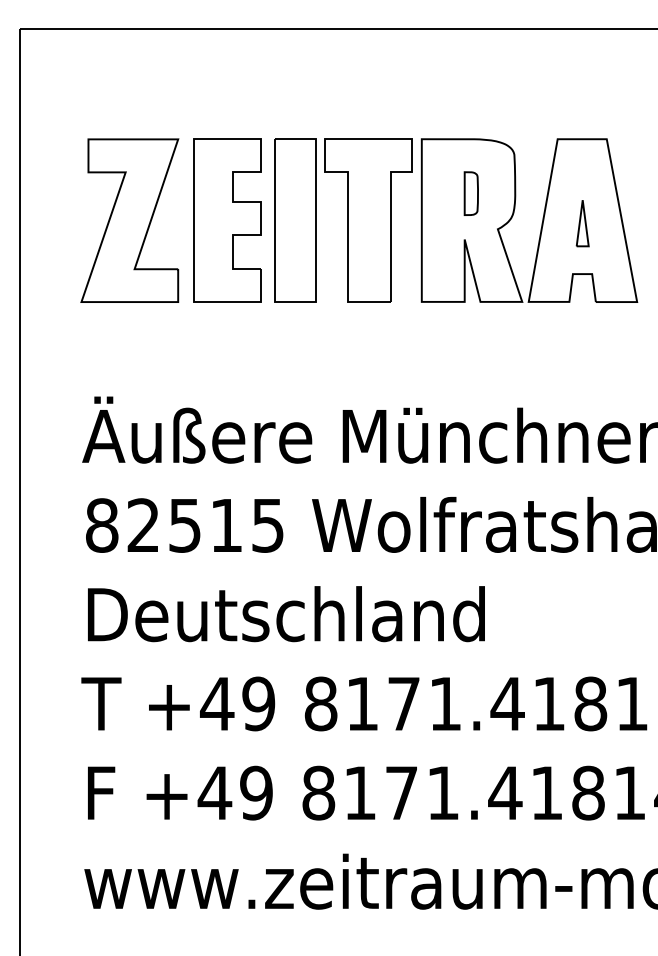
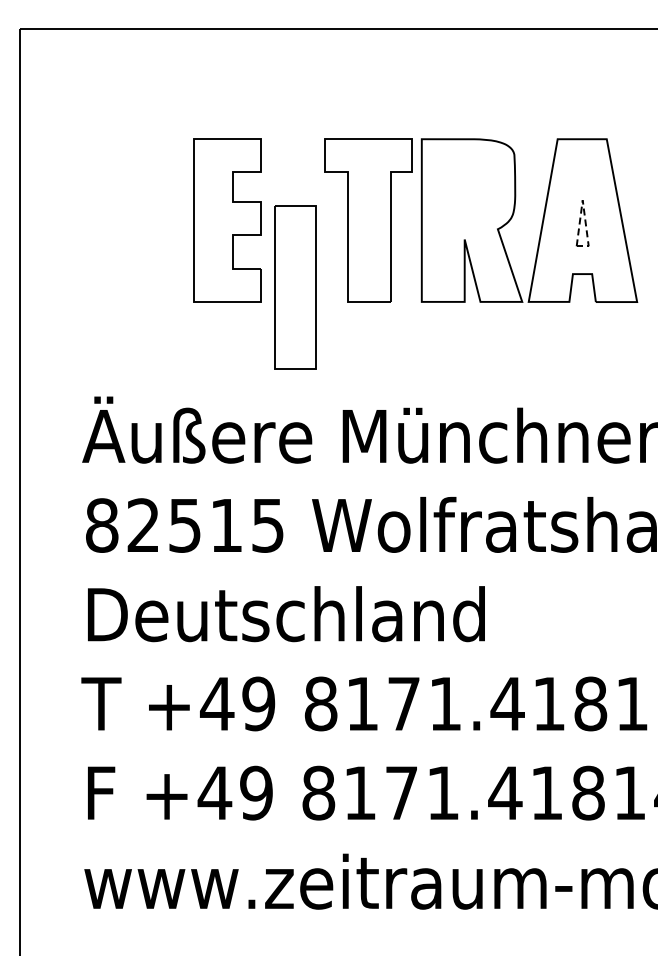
part at (470, 193): present -> none
line at (583, 207): solid -> dashed
part at (129, 220): present -> none
part at (295, 220) position: (295, 220) -> (295, 287)
